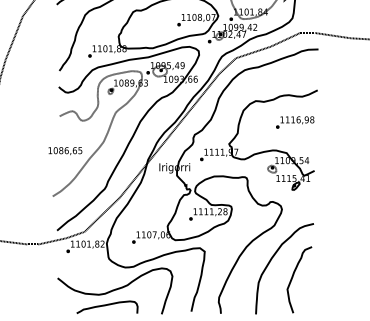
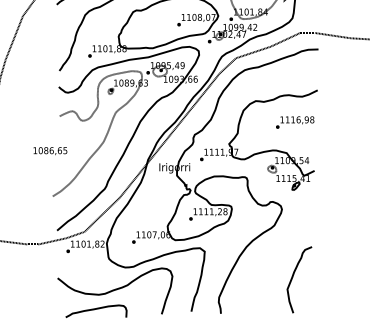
text at (65, 151) position: (65, 151) -> (50, 151)
curve at (272, 259): present -> none
curve at (107, 305) position: (107, 305) -> (96, 309)
